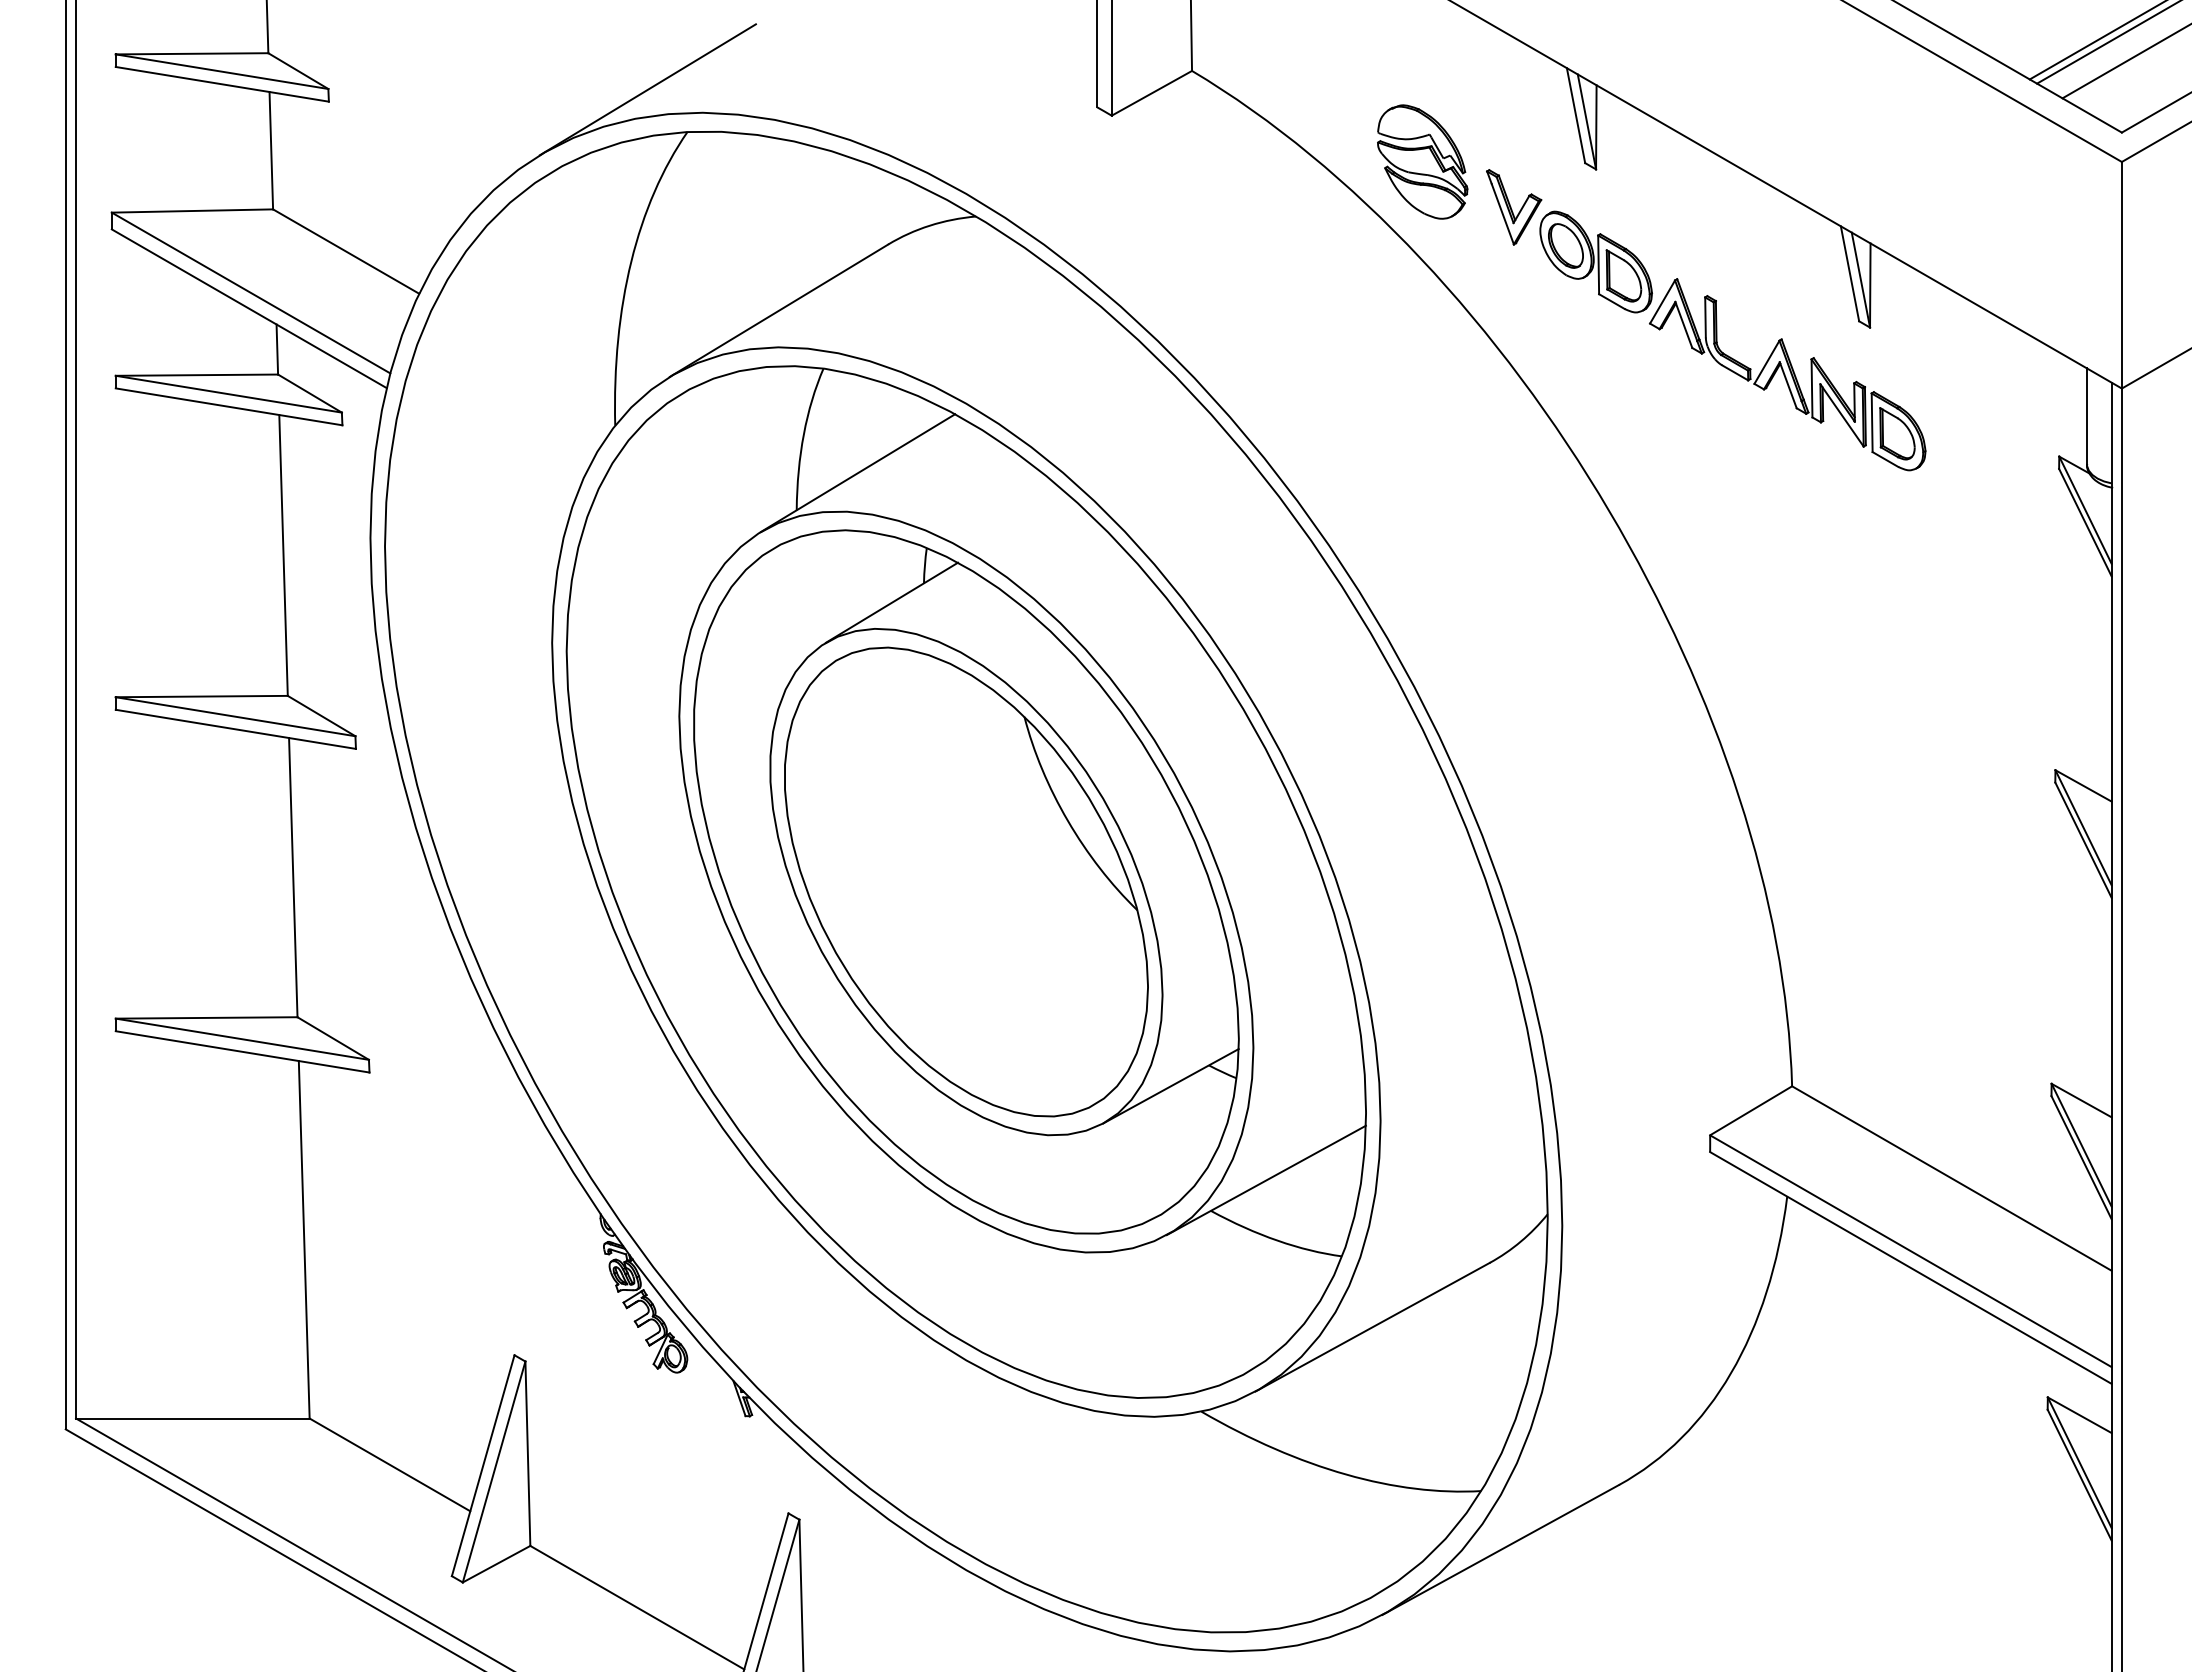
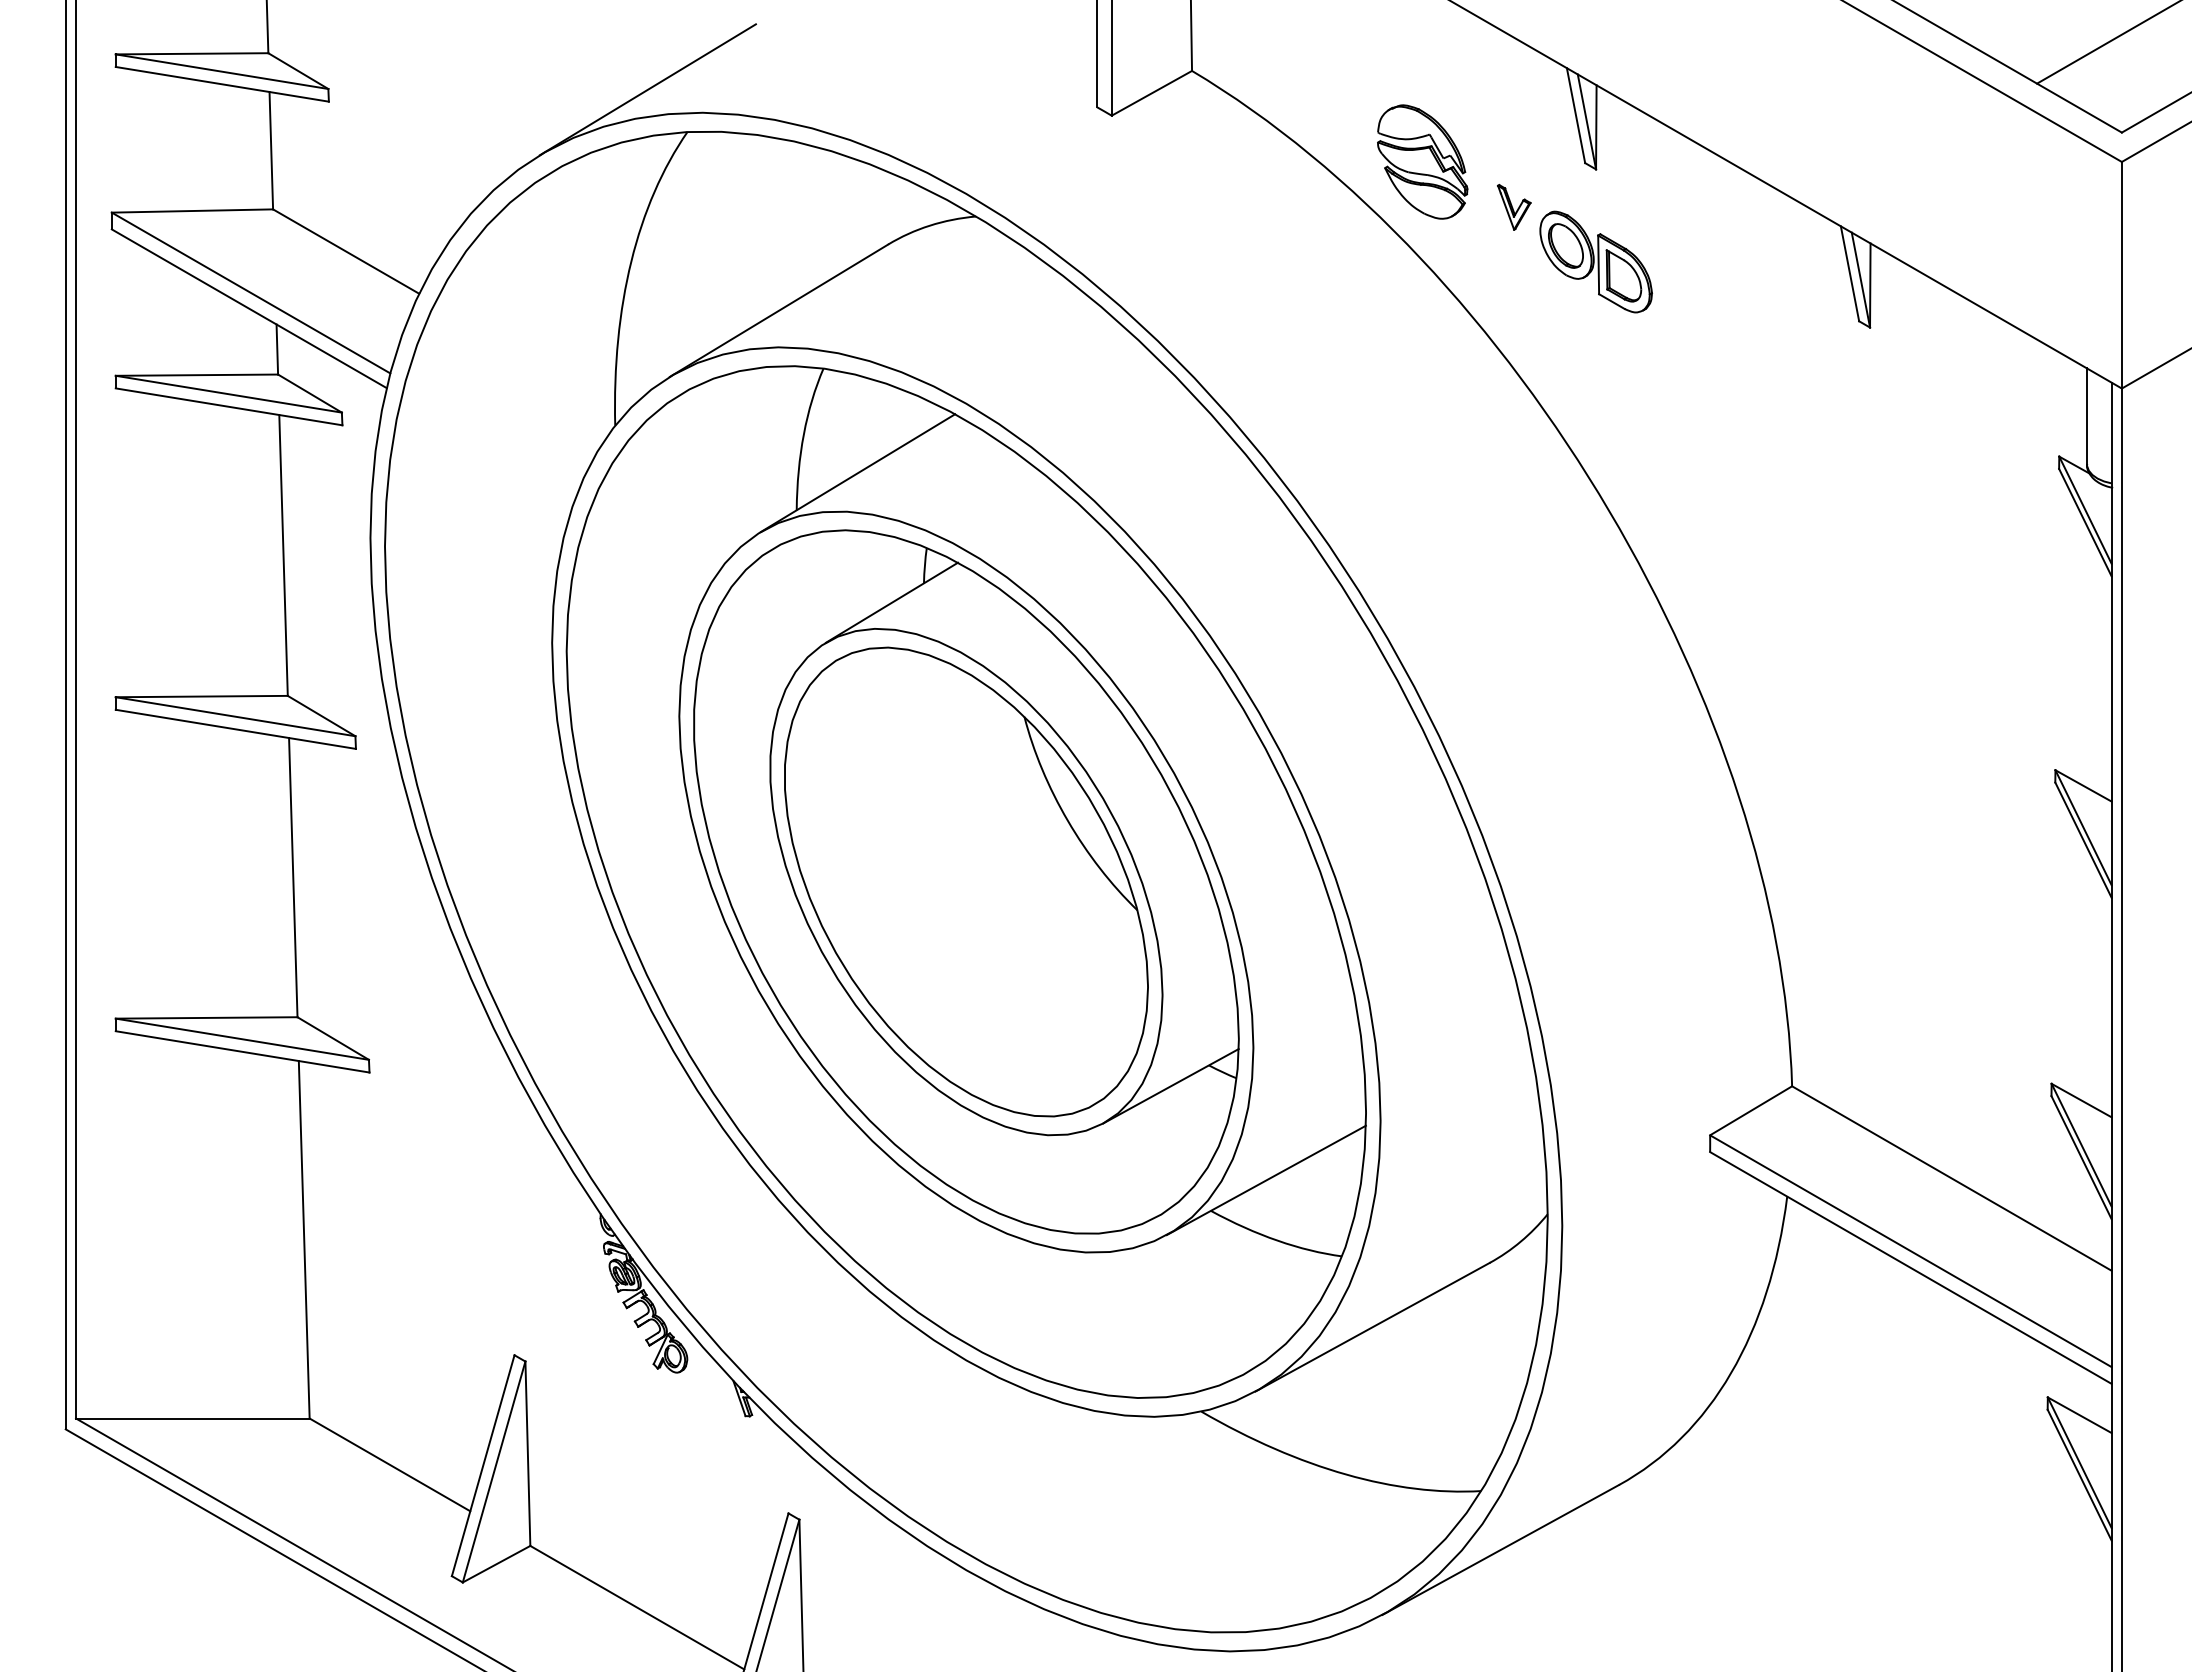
line at (2096, 40): present -> none
line at (2125, 61): present -> none
part at (1514, 207) size: 57x77 px -> 35x47 px
part at (1787, 374): present -> none
